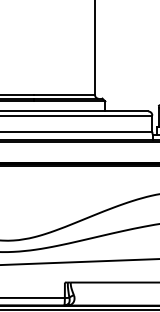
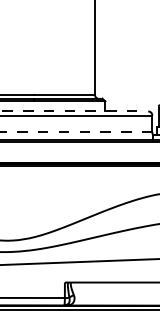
line at (74, 111): solid -> dashed
line at (76, 131): solid -> dashed
